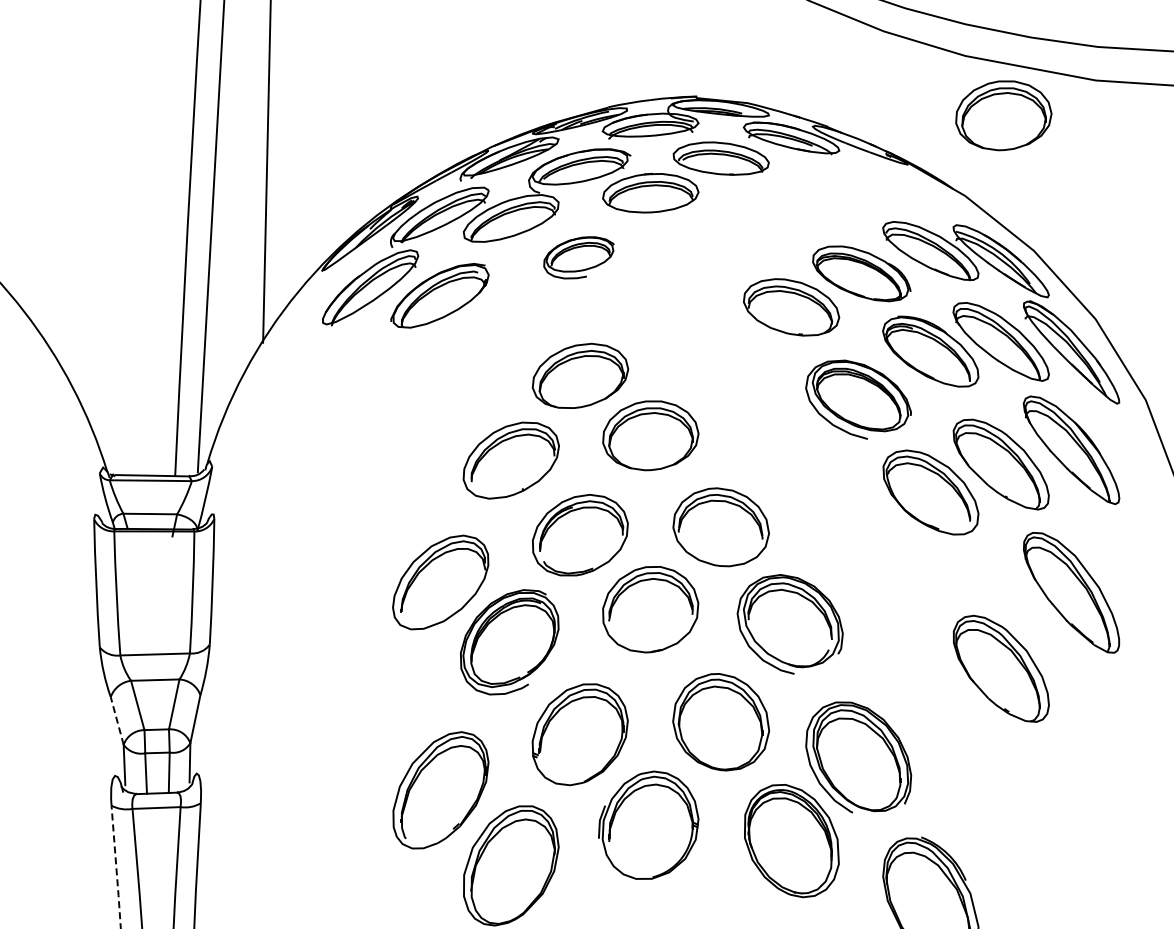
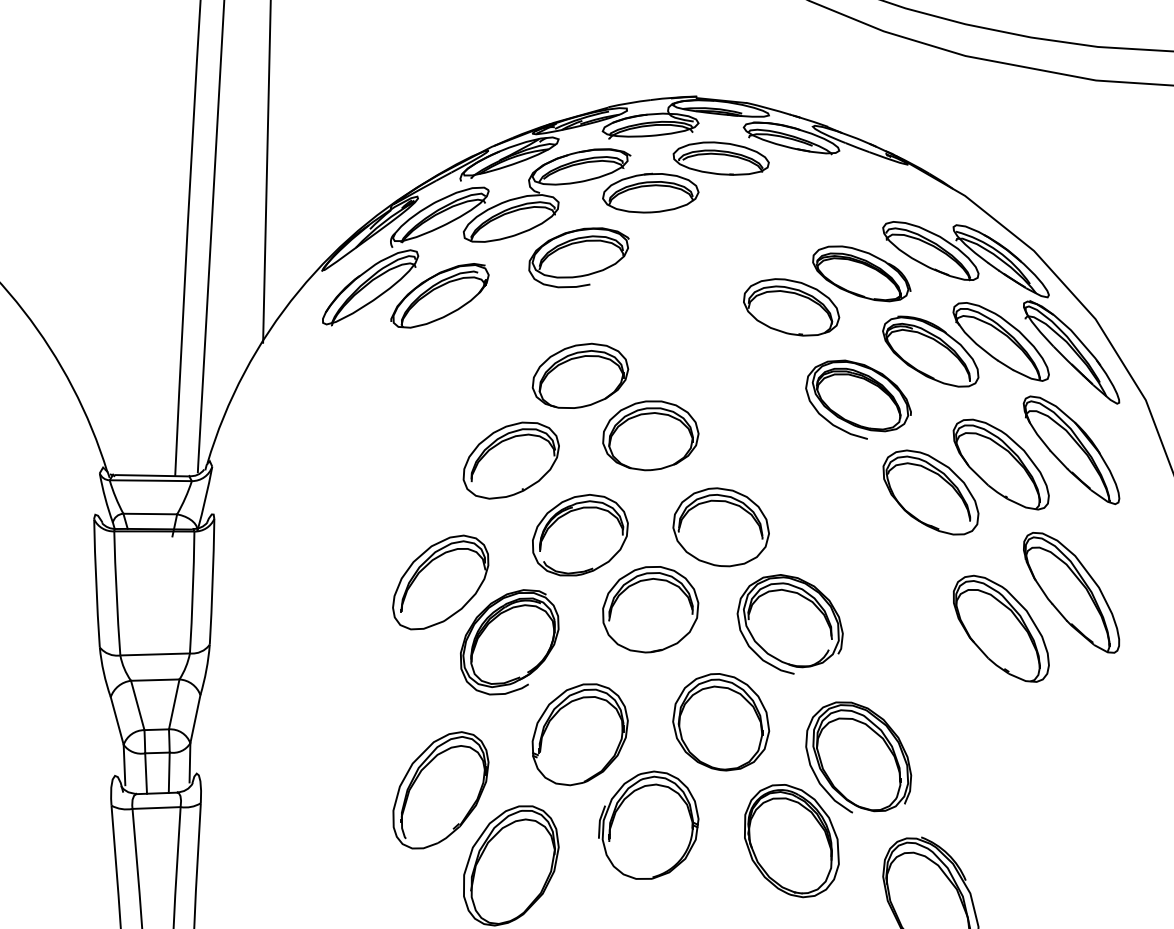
part at (1003, 115): present -> none
part at (578, 257) size: 72x44 px -> 102x62 px
part at (1001, 668) position: (1001, 668) -> (1001, 628)
line at (117, 720): dashed -> solid
line at (116, 867): dashed -> solid
